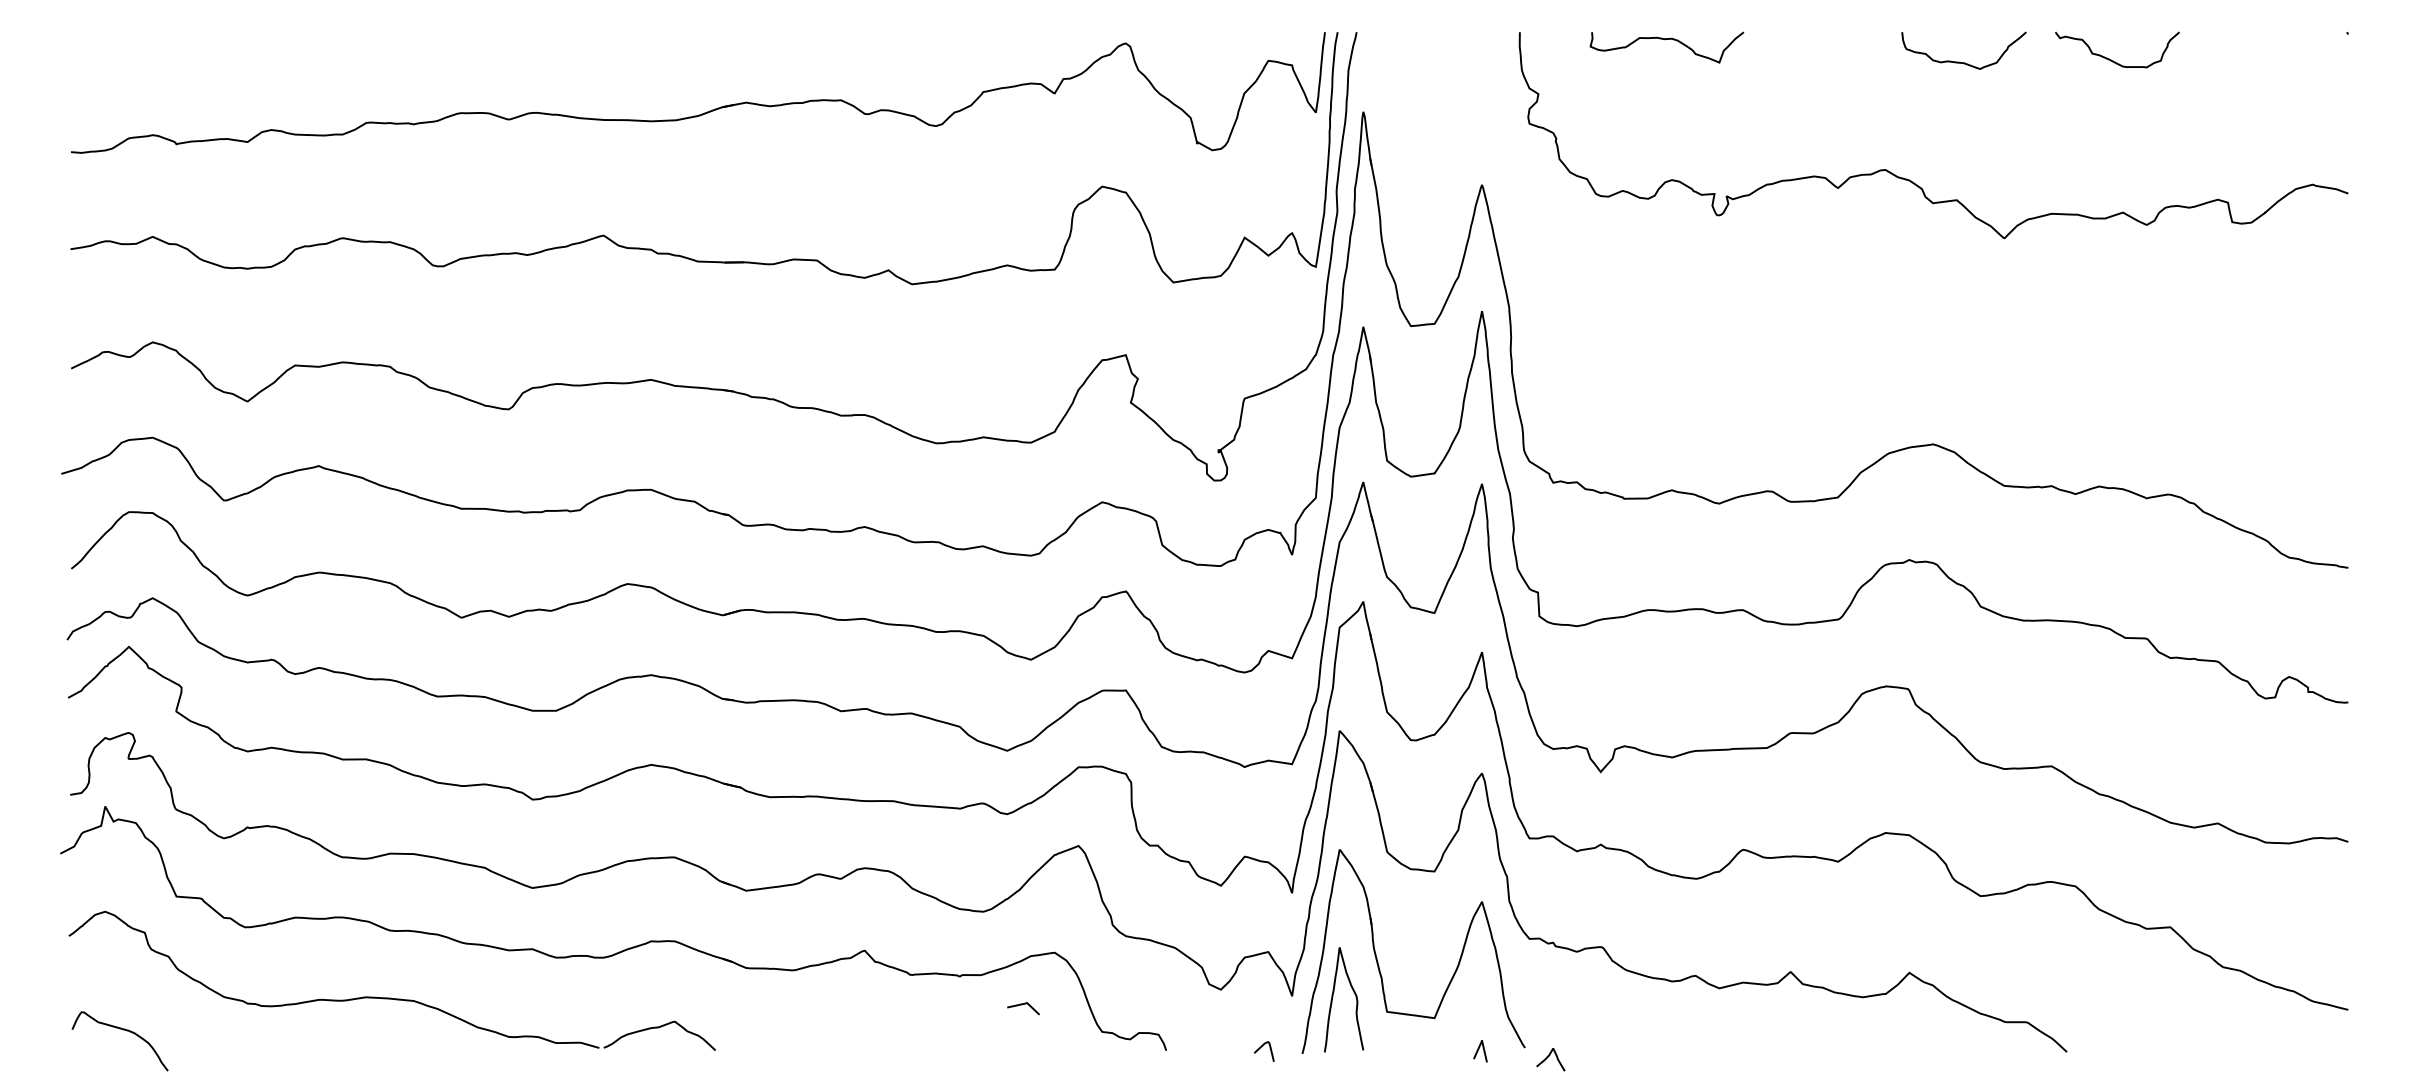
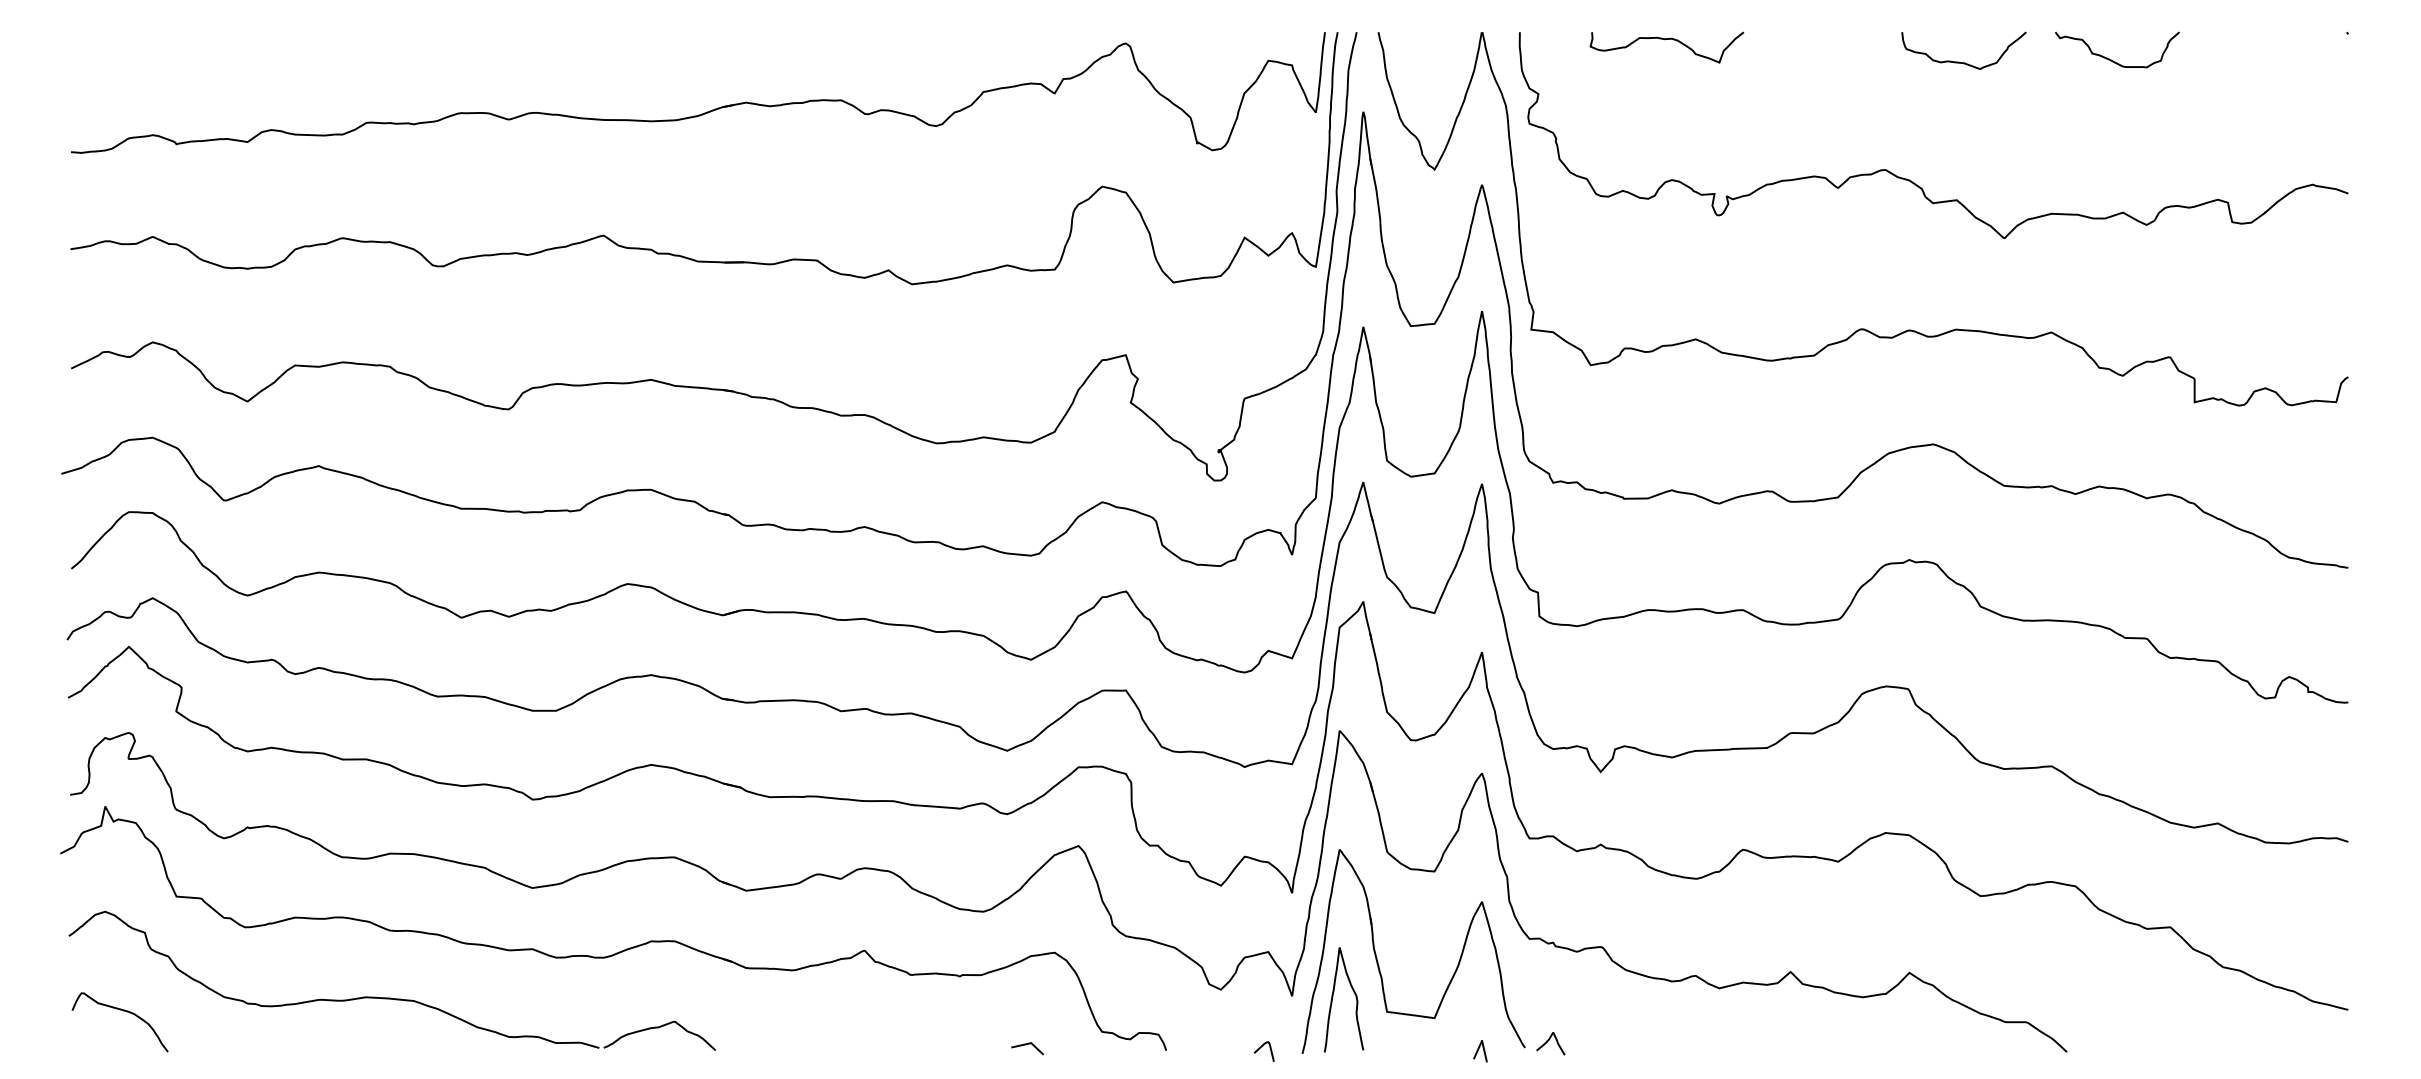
part at (1862, 328): none -> present
curve at (1022, 1005) position: (1022, 1005) -> (1026, 1045)
curve at (123, 1030) position: (123, 1030) -> (123, 1011)
curve at (1548, 1057) position: (1548, 1057) -> (1548, 1041)
